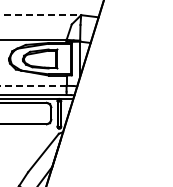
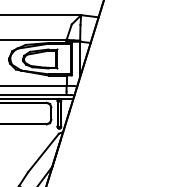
line at (41, 15): dashed -> solid
line at (33, 85): dashed -> solid
